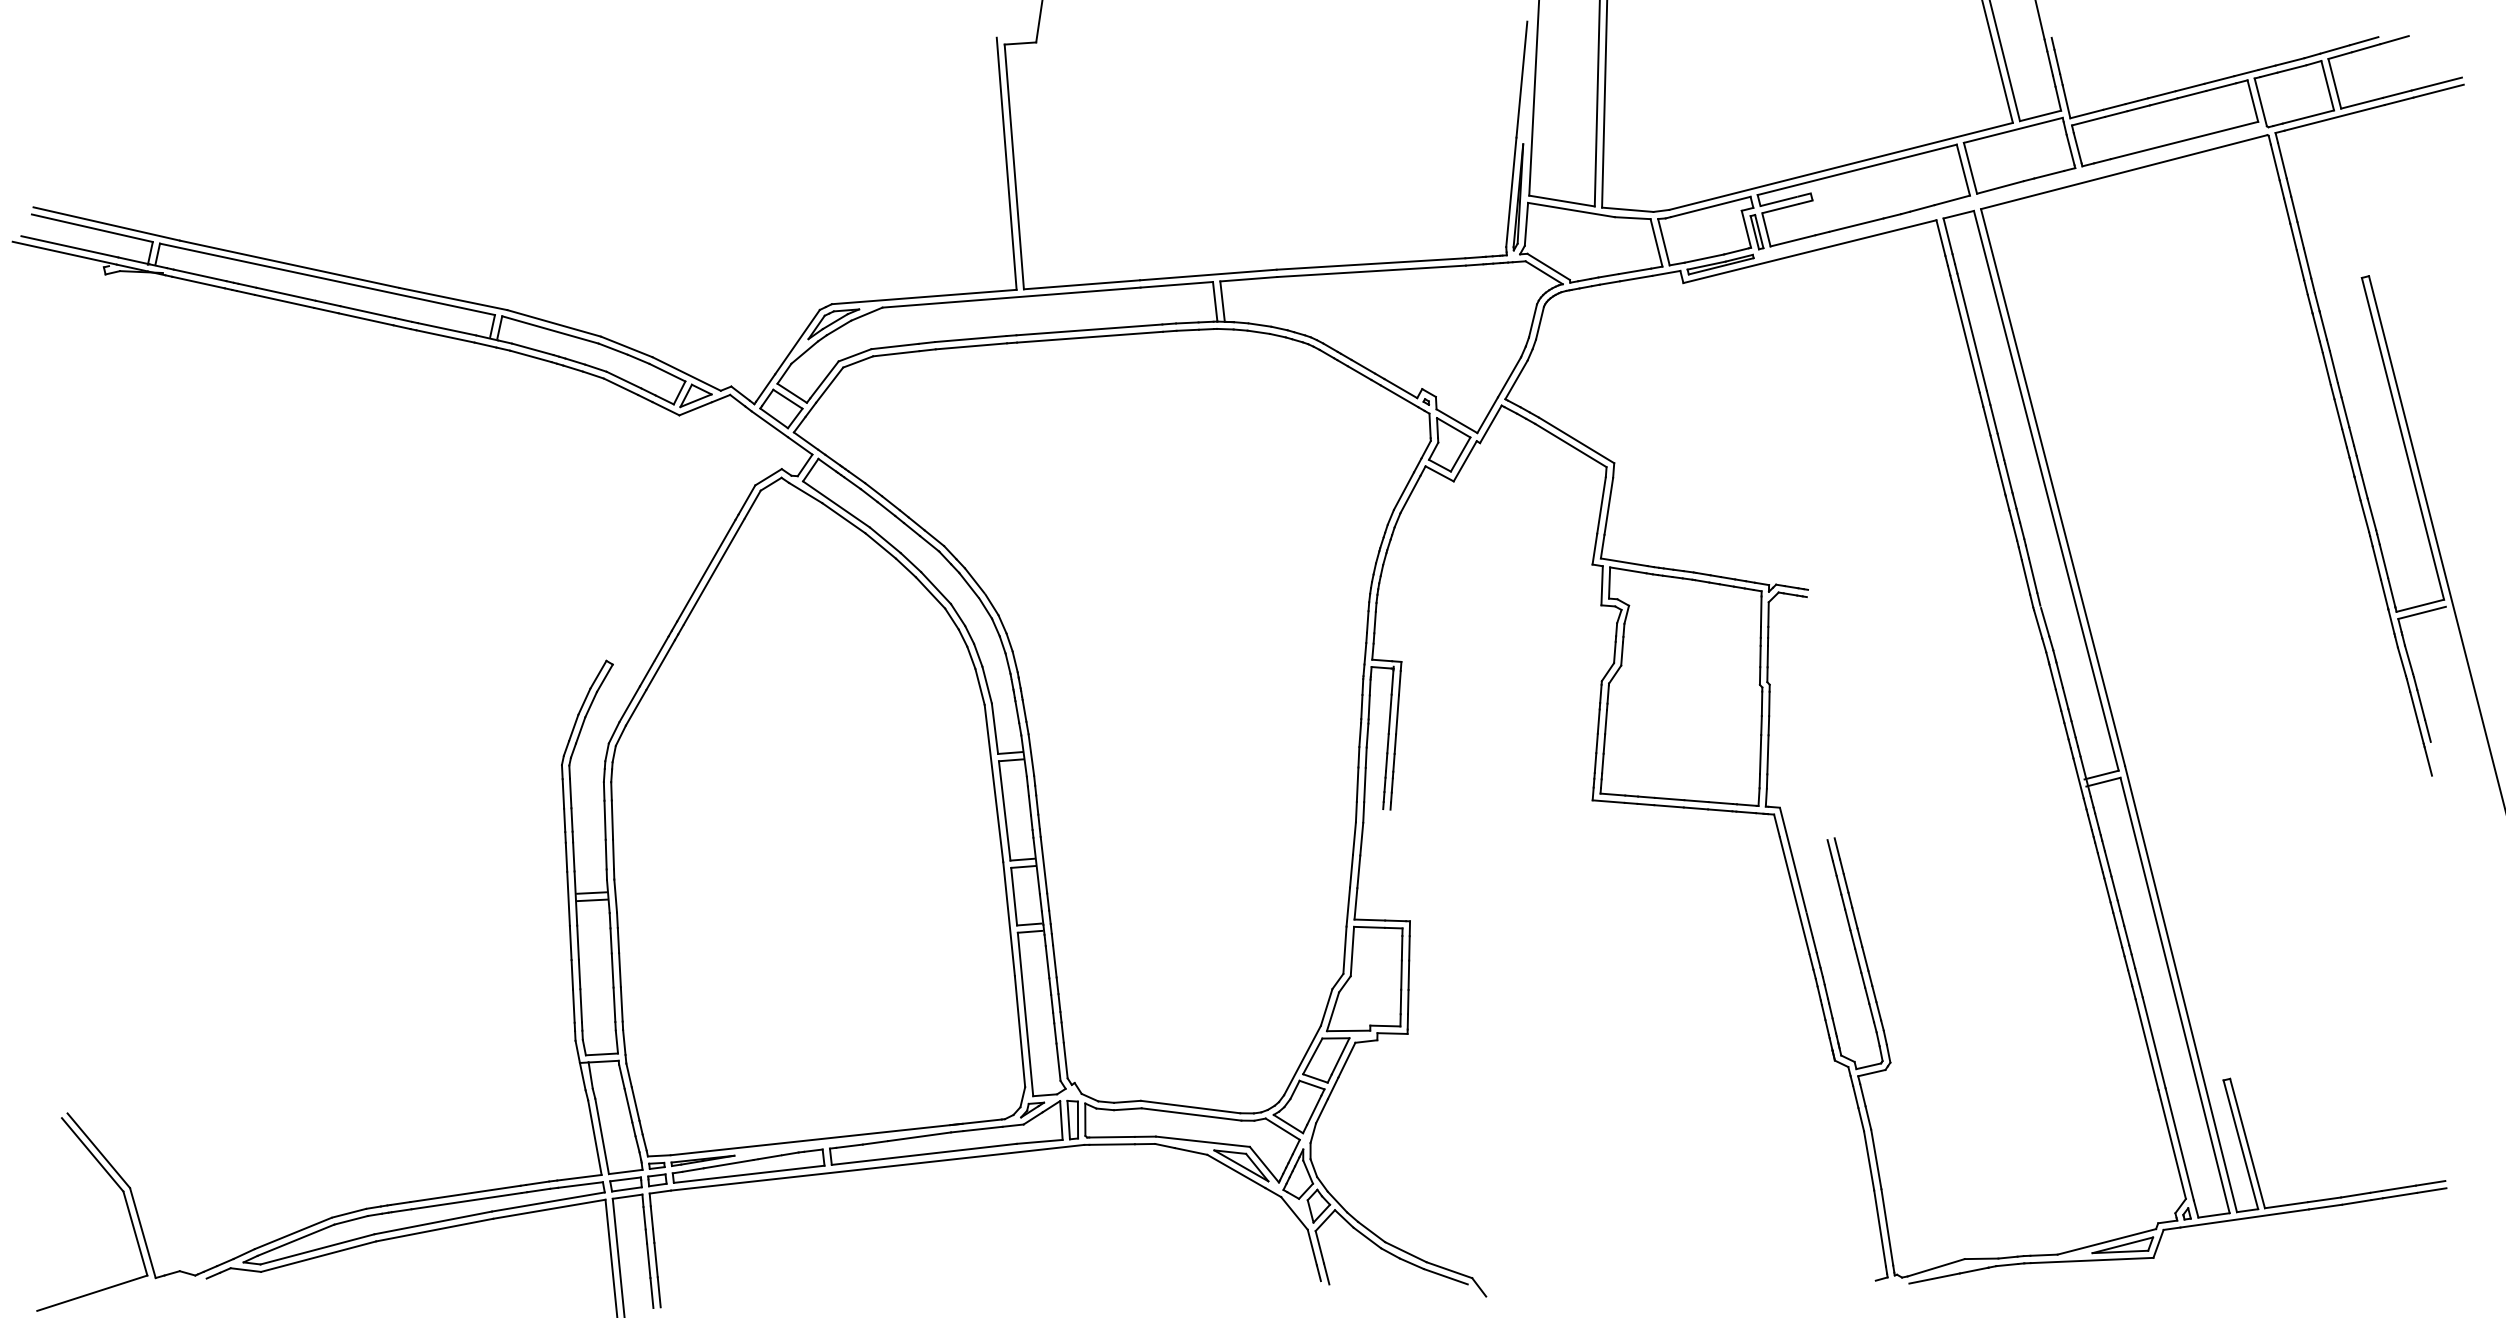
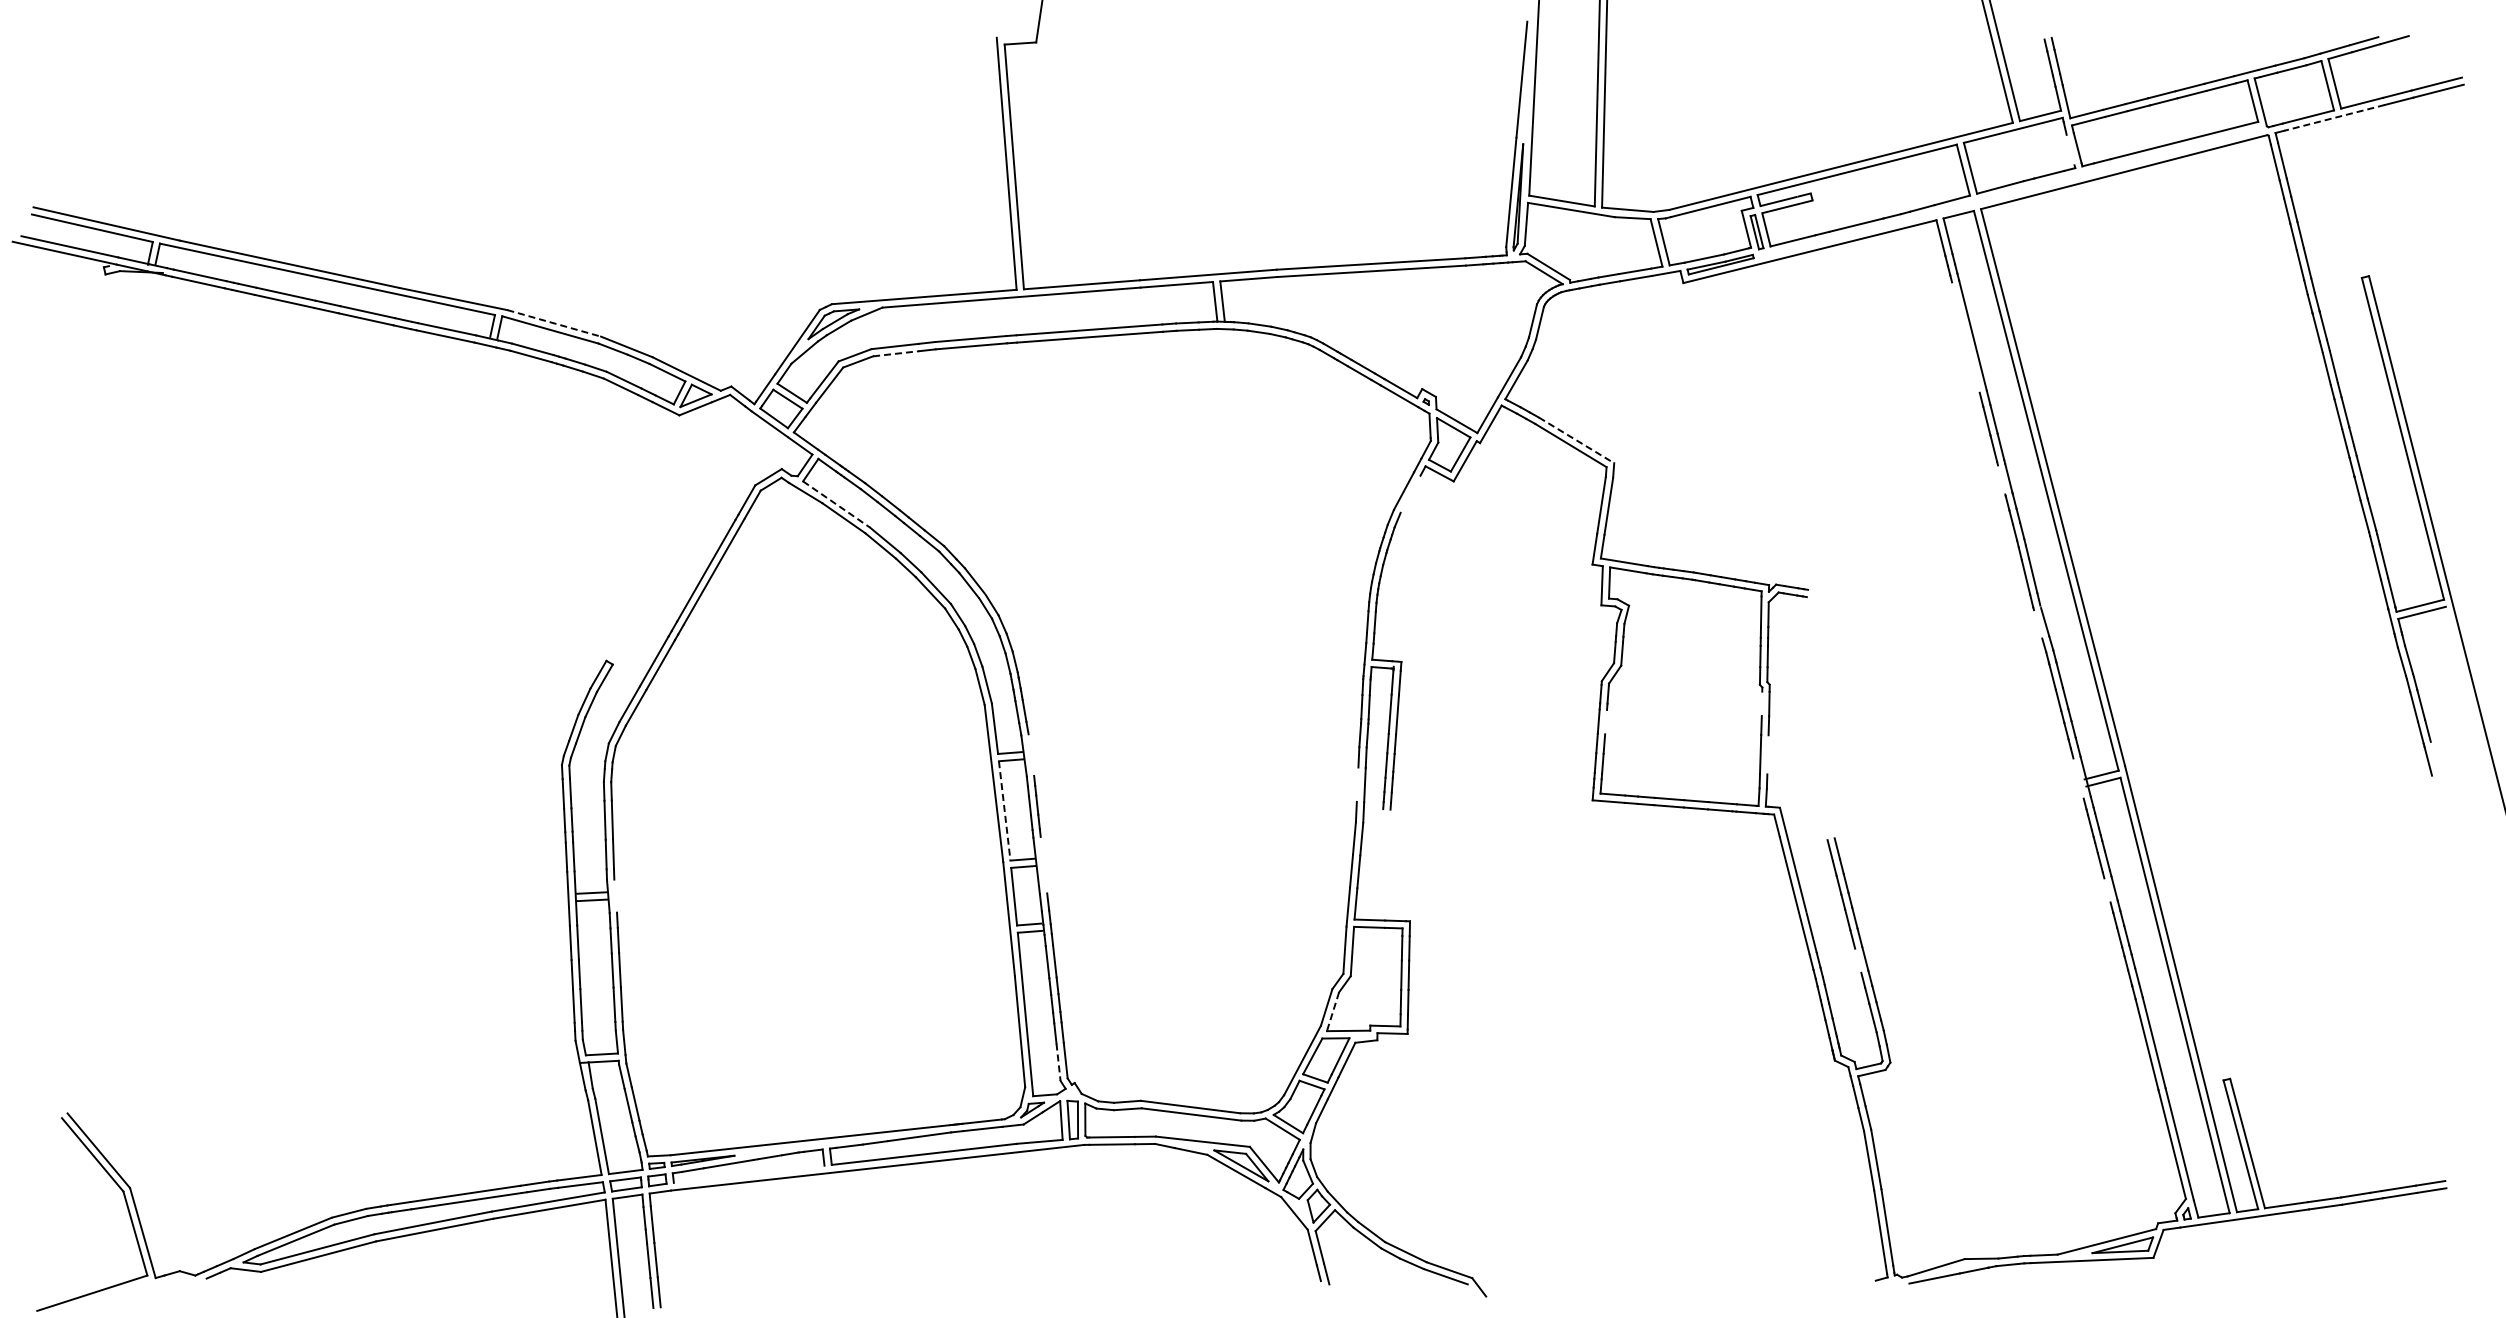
line at (2039, 20): present -> none
line at (2334, 117): solid -> dashed
line at (2070, 149): present -> none
line at (554, 323): solid -> dashed
line at (1965, 337): present -> none
line at (896, 353): solid -> dashed
line at (1577, 440): solid -> dashed
line at (2001, 479): present -> none
line at (1410, 494): present -> none
line at (836, 504): solid -> dashed
line at (2038, 624): present -> none
line at (1761, 703): present -> none
line at (1606, 722): present -> none
line at (1031, 754): present -> none
line at (1767, 754): present -> none
line at (2078, 778): present -> none
line at (1357, 784): present -> none
line at (1004, 811): solid -> dashed
line at (1043, 864): present -> none
line at (2107, 890): present -> none
line at (615, 895): present -> none
line at (1858, 960): present -> none
line at (1332, 1012): solid -> dashed
line at (1058, 1062): solid -> dashed
line at (748, 1173): present -> none
